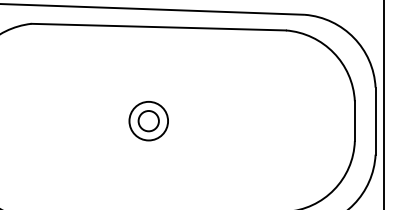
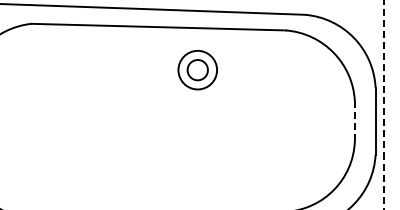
line at (384, 105): solid -> dashed
part at (148, 121) position: (148, 121) -> (197, 70)
line at (354, 121): solid -> dashed
